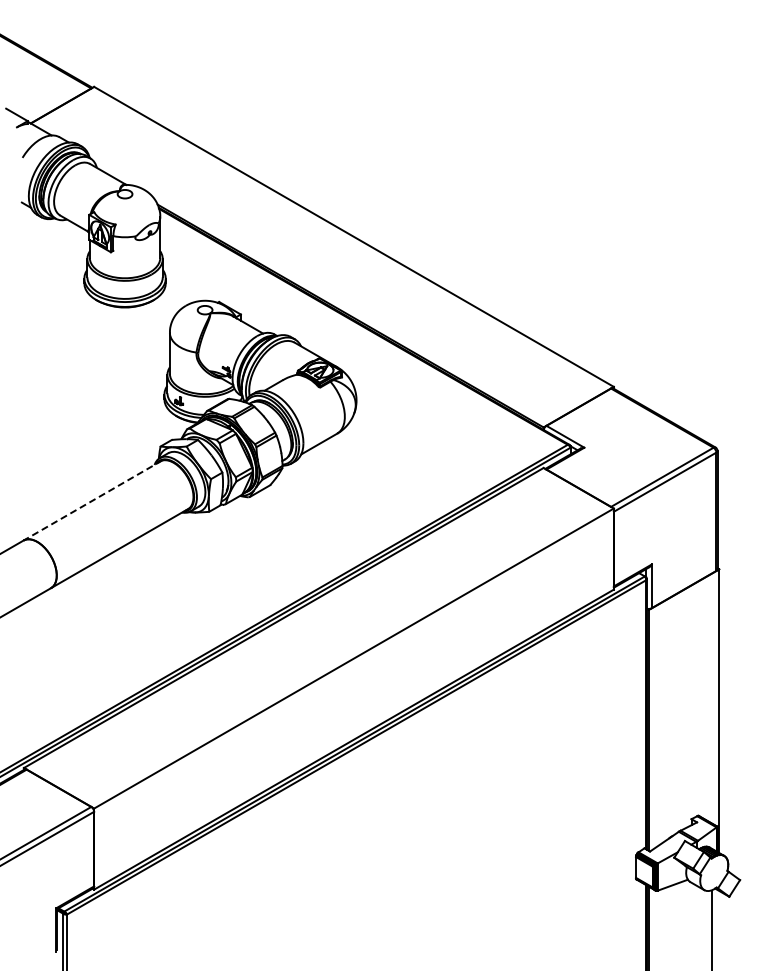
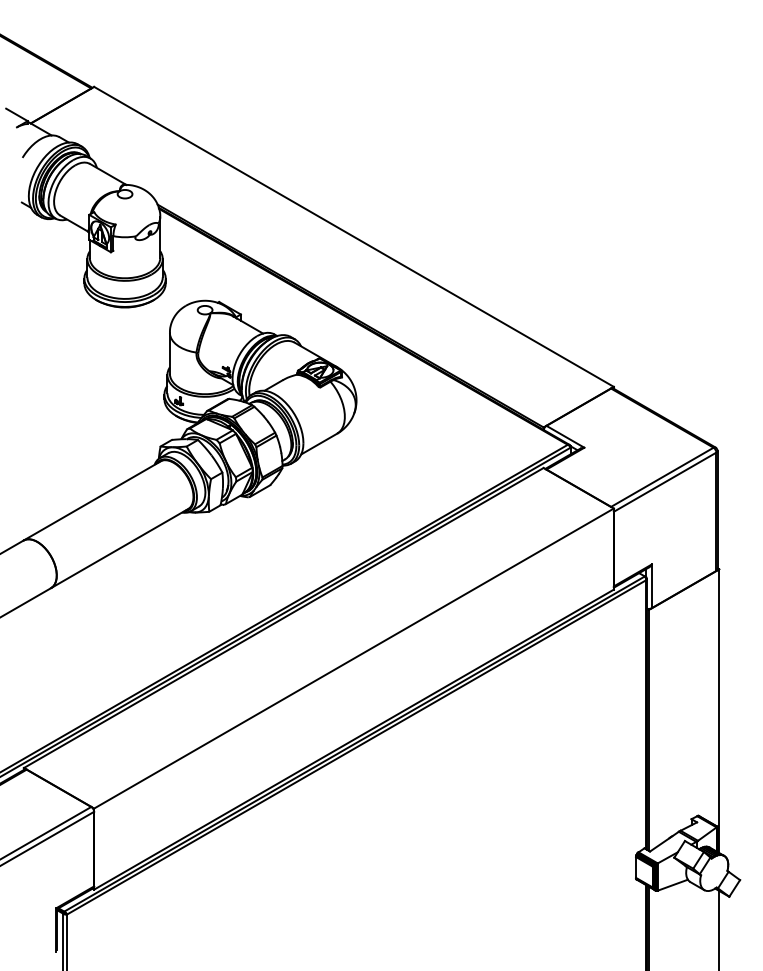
line at (92, 500): dashed -> solid
line at (712, 928) position: (712, 928) -> (719, 928)
